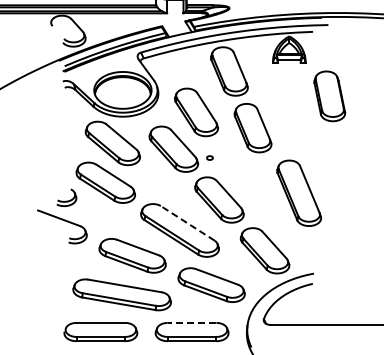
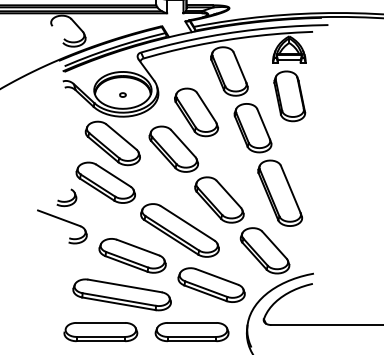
part at (329, 96) position: (329, 96) -> (289, 96)
part at (209, 157) position: (209, 157) -> (122, 94)
part at (298, 192) position: (298, 192) -> (279, 192)
line at (187, 223): dashed -> solid
line at (191, 322): dashed -> solid
